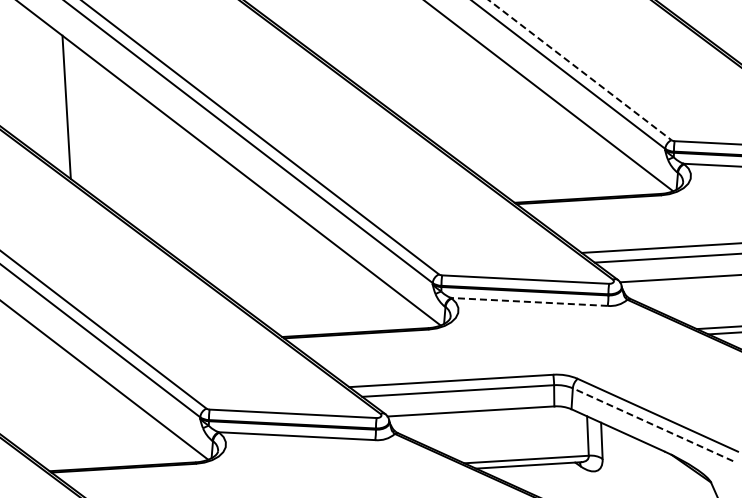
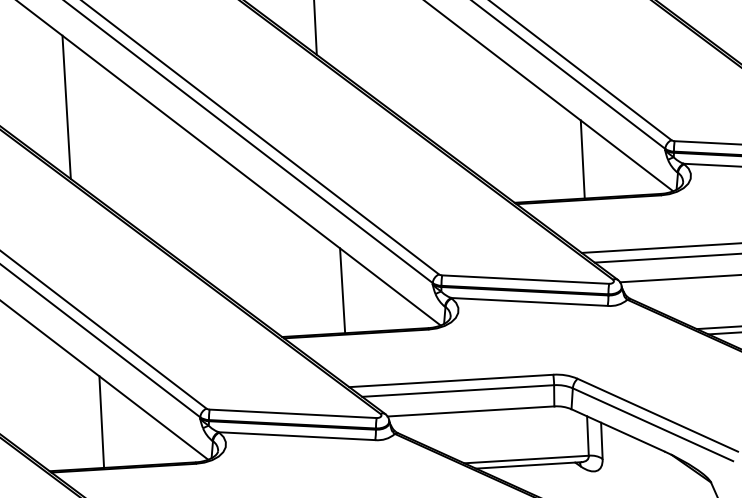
line at (315, 28): none -> present
line at (580, 70): dashed -> solid
line at (582, 159): none -> present
line at (342, 290): none -> present
line at (528, 301): dashed -> solid
line at (101, 421): none -> present
line at (652, 424): dashed -> solid
